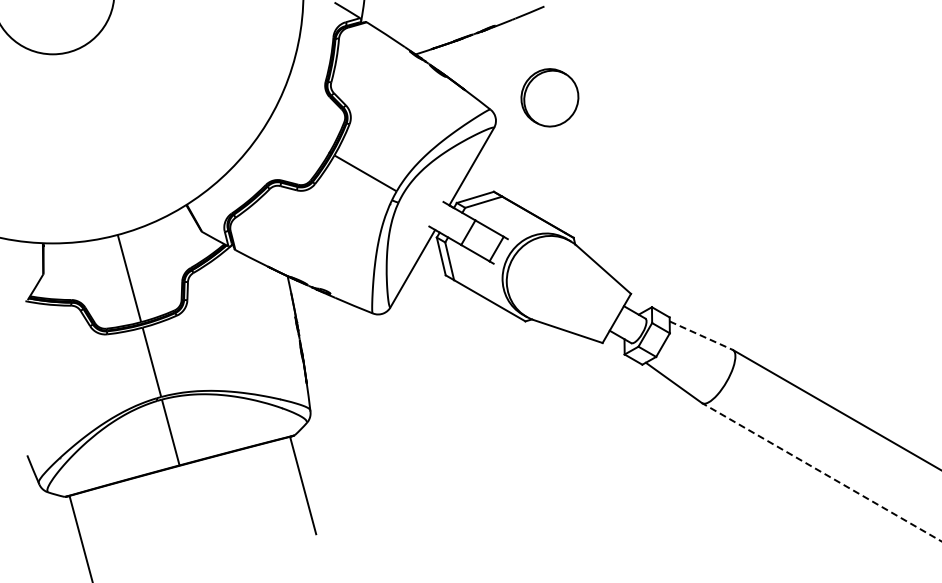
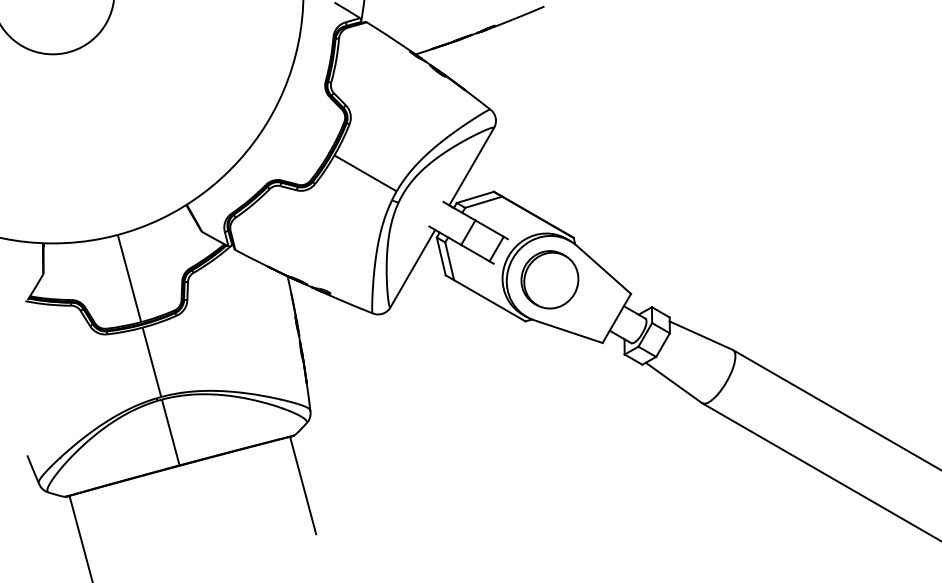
part at (549, 97) position: (549, 97) -> (549, 279)
line at (701, 335): dashed -> solid
line at (821, 472): dashed -> solid
